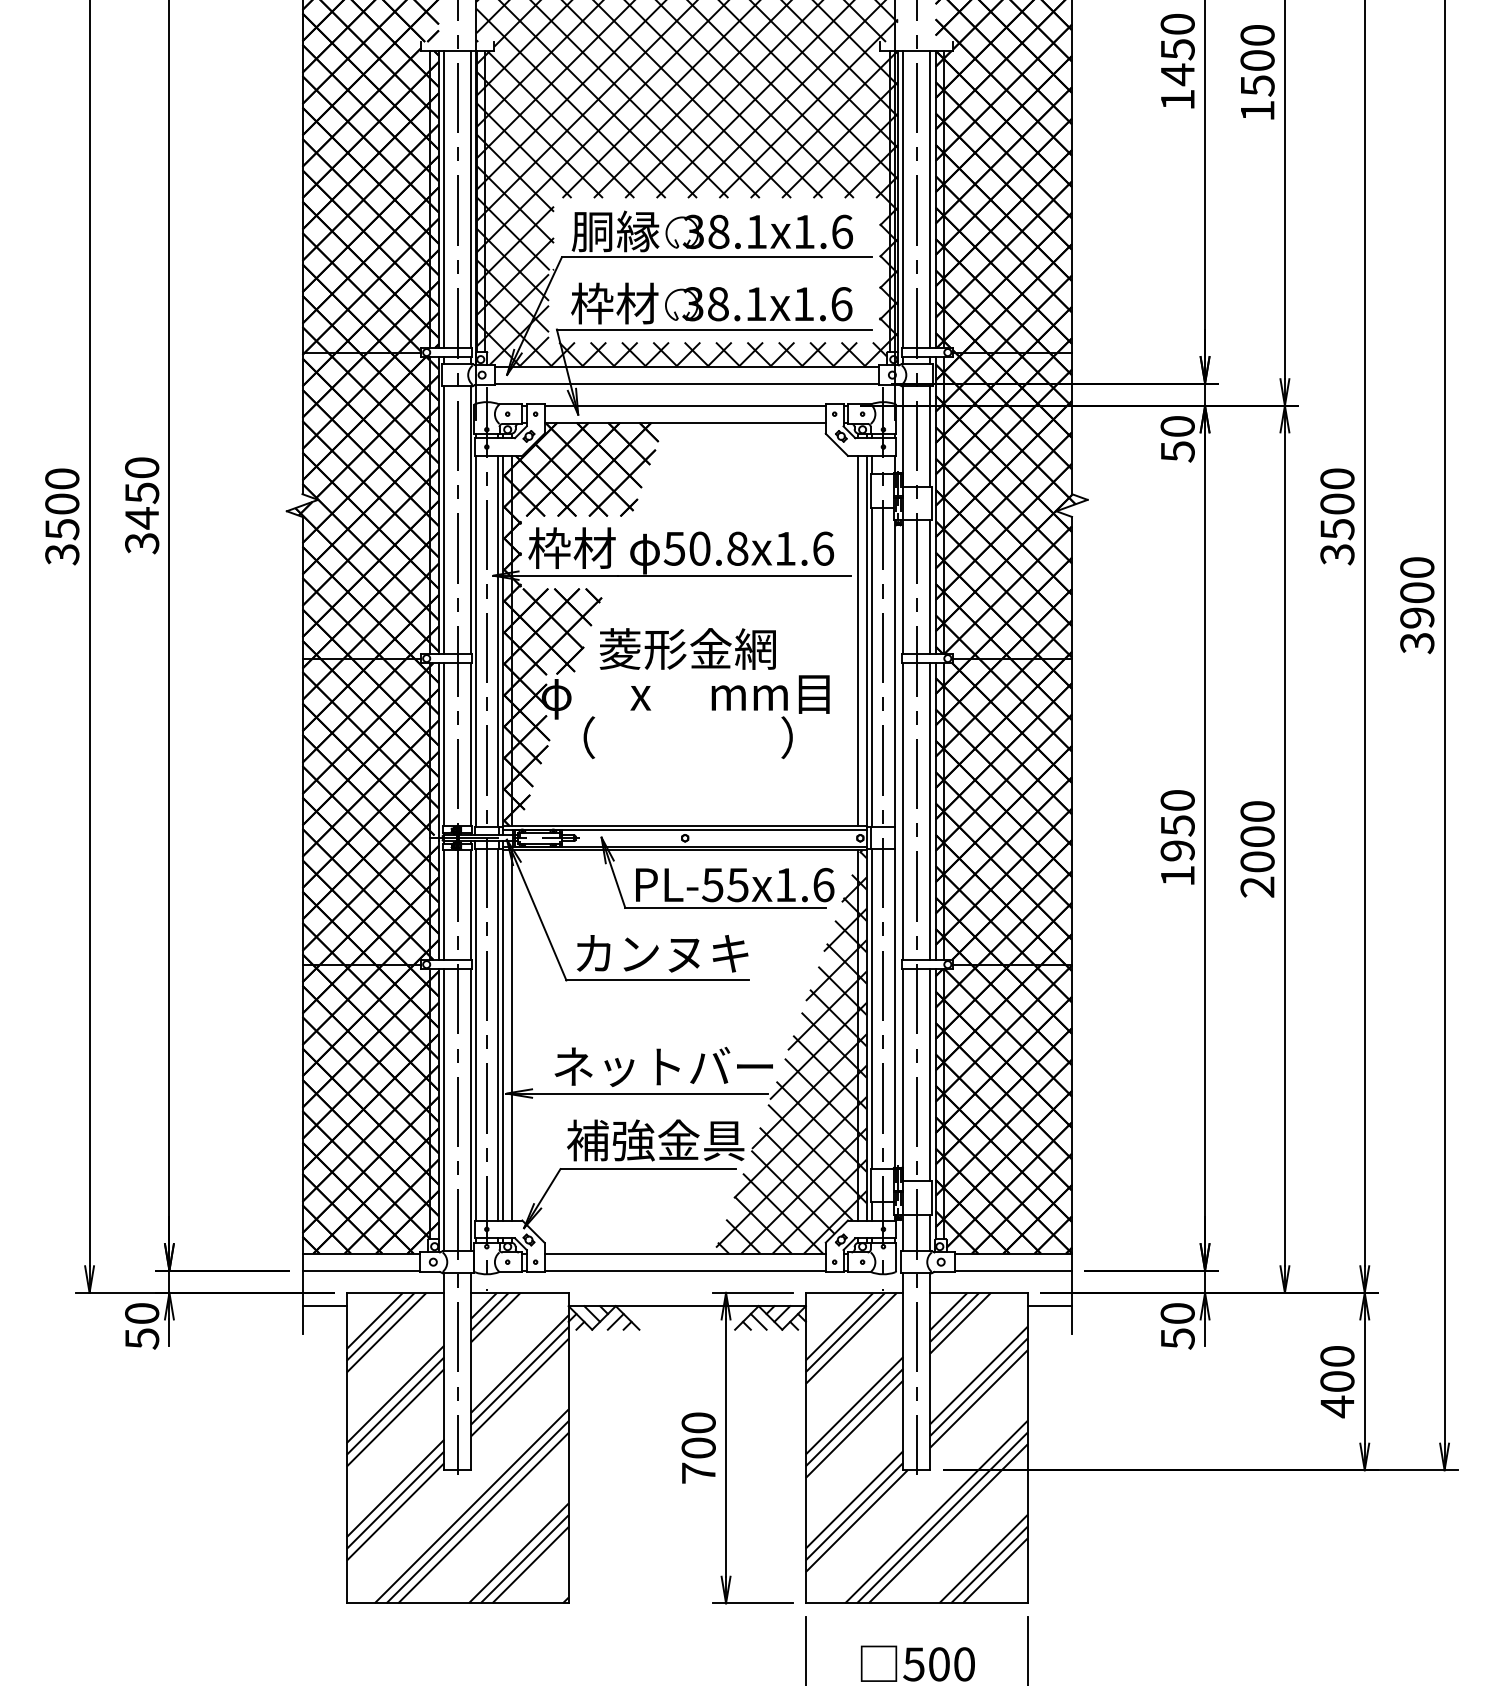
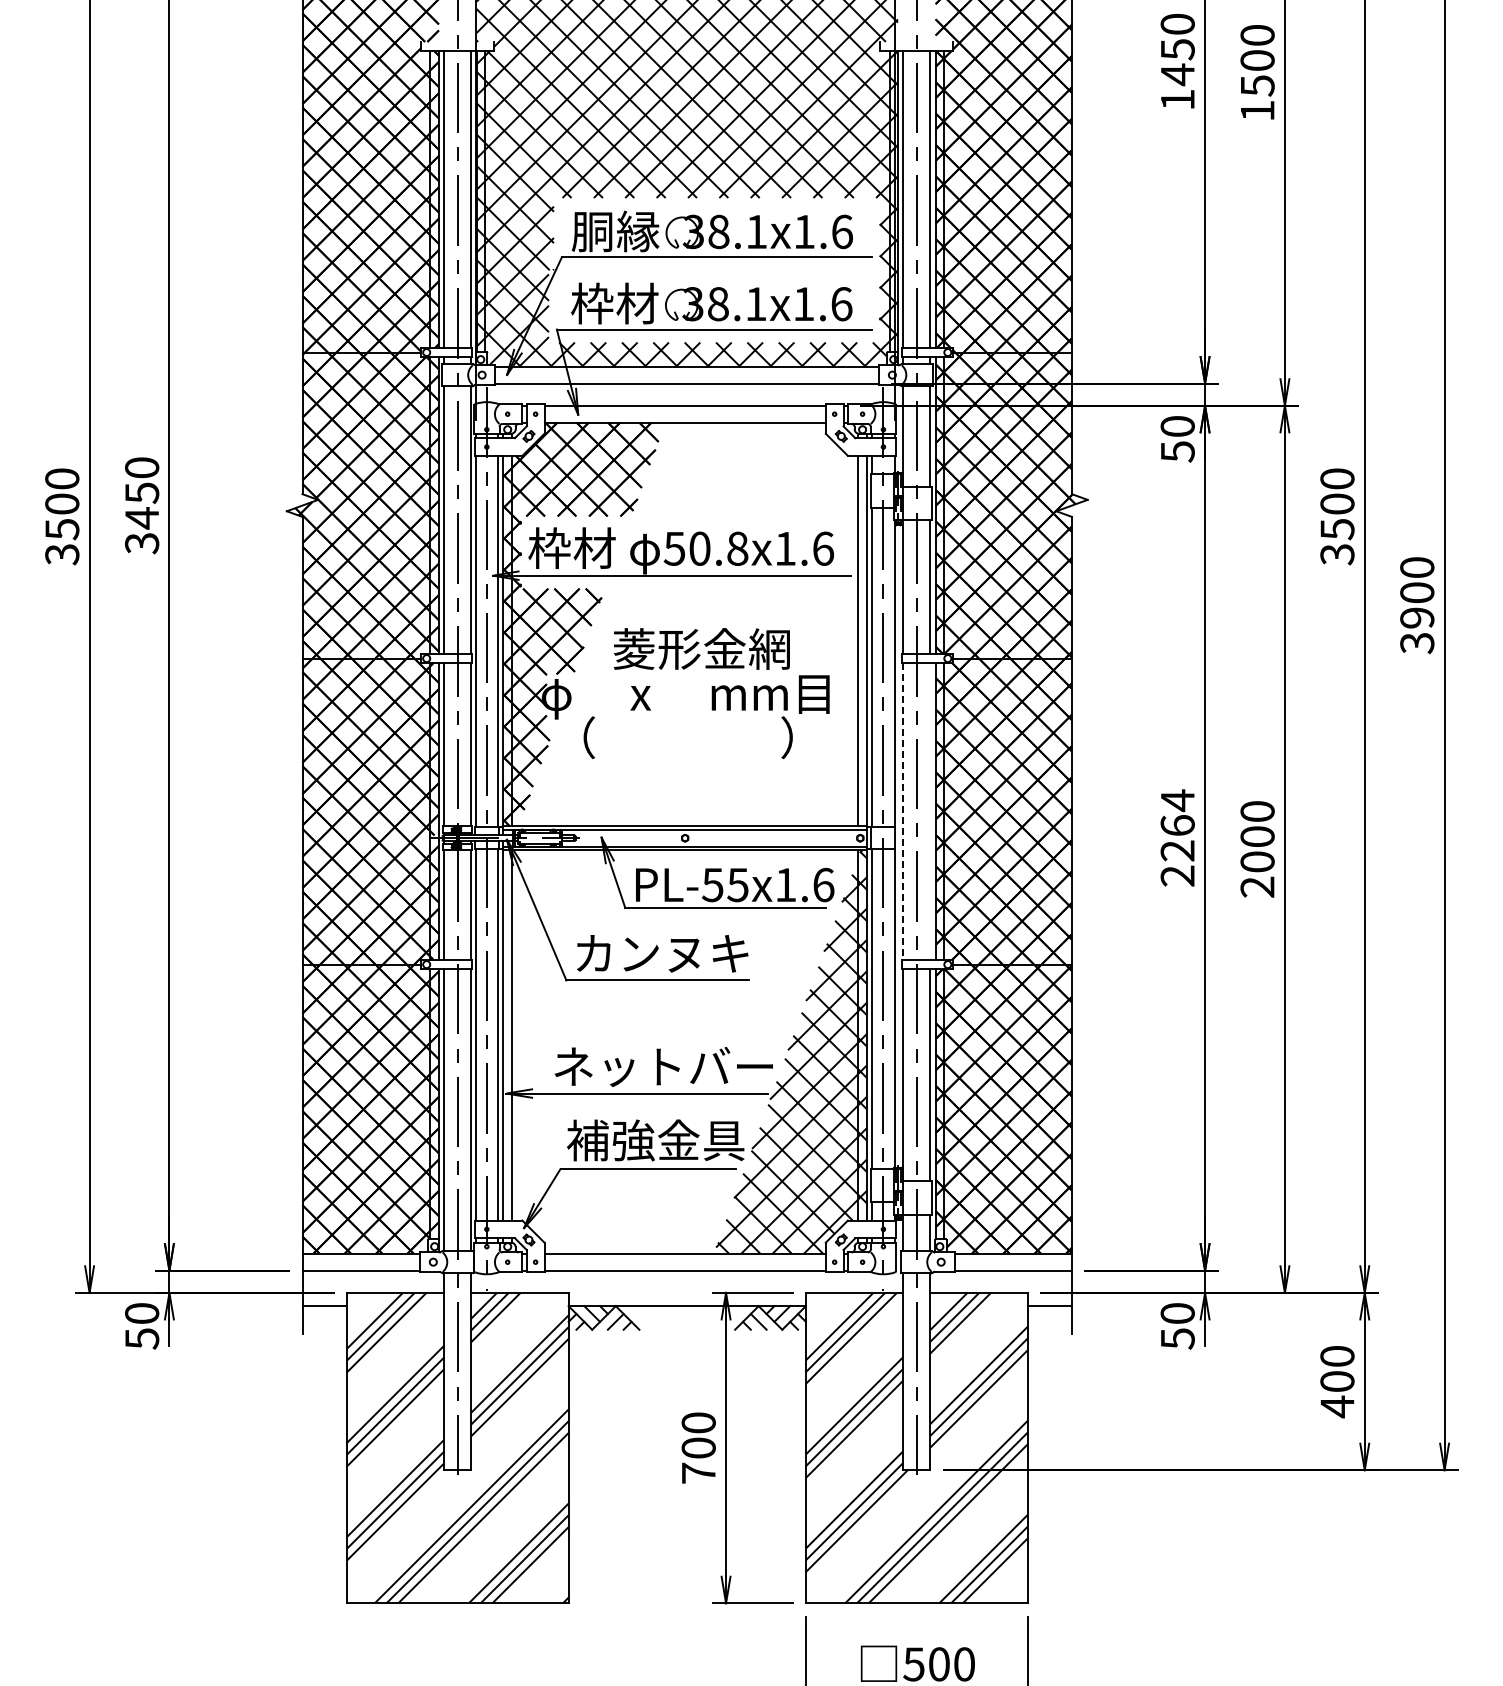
text at (687, 648) position: (687, 648) -> (701, 648)
line at (930, 811): present -> none
line at (903, 812): solid -> dashed
text at (1177, 837): 1950 -> 2264
